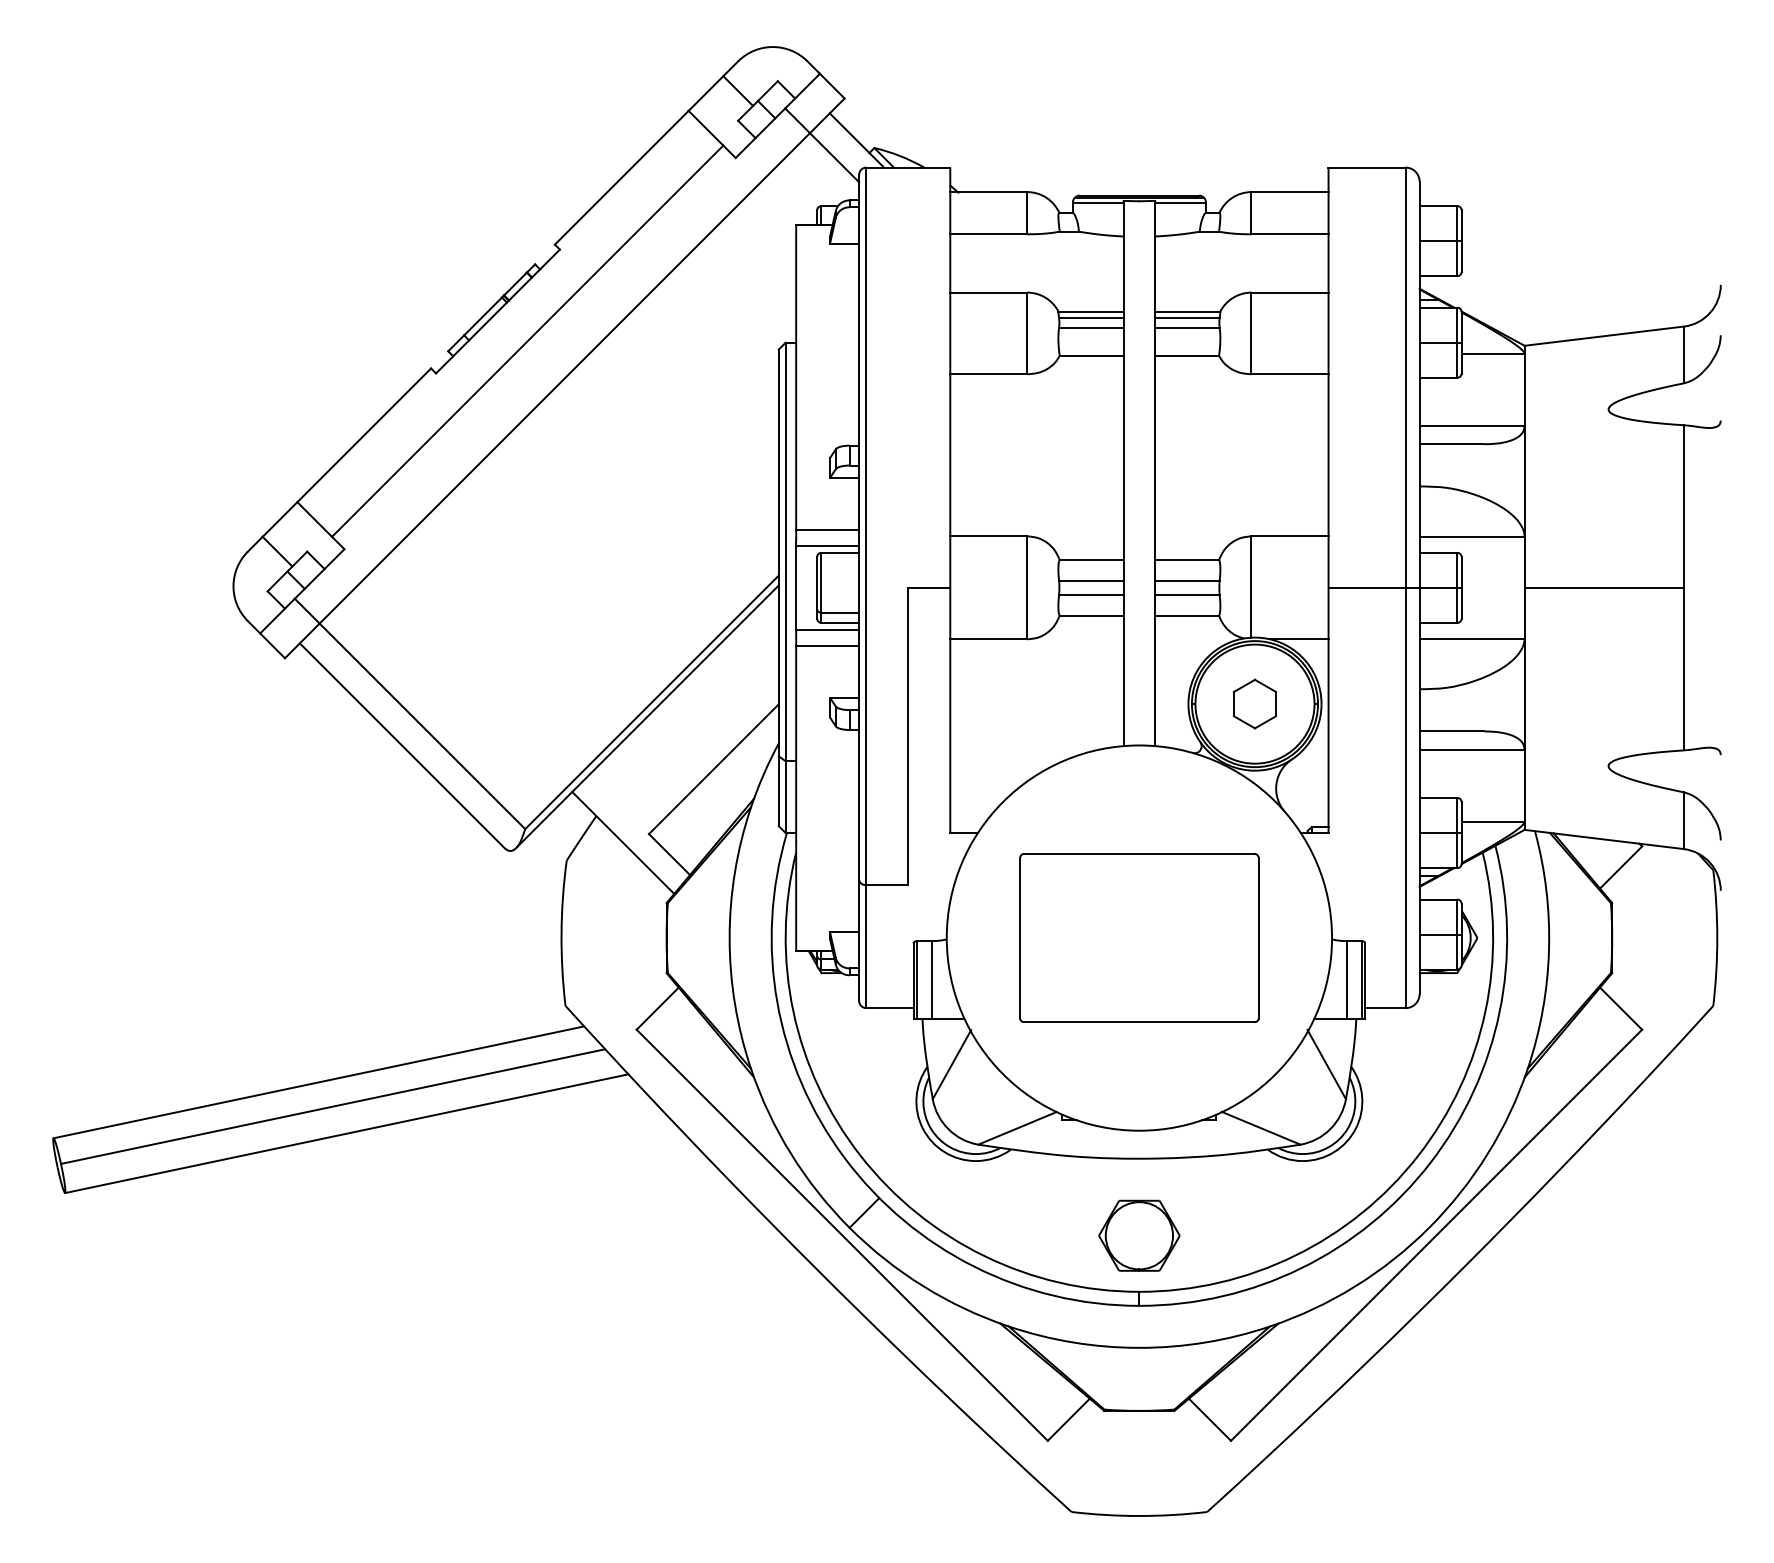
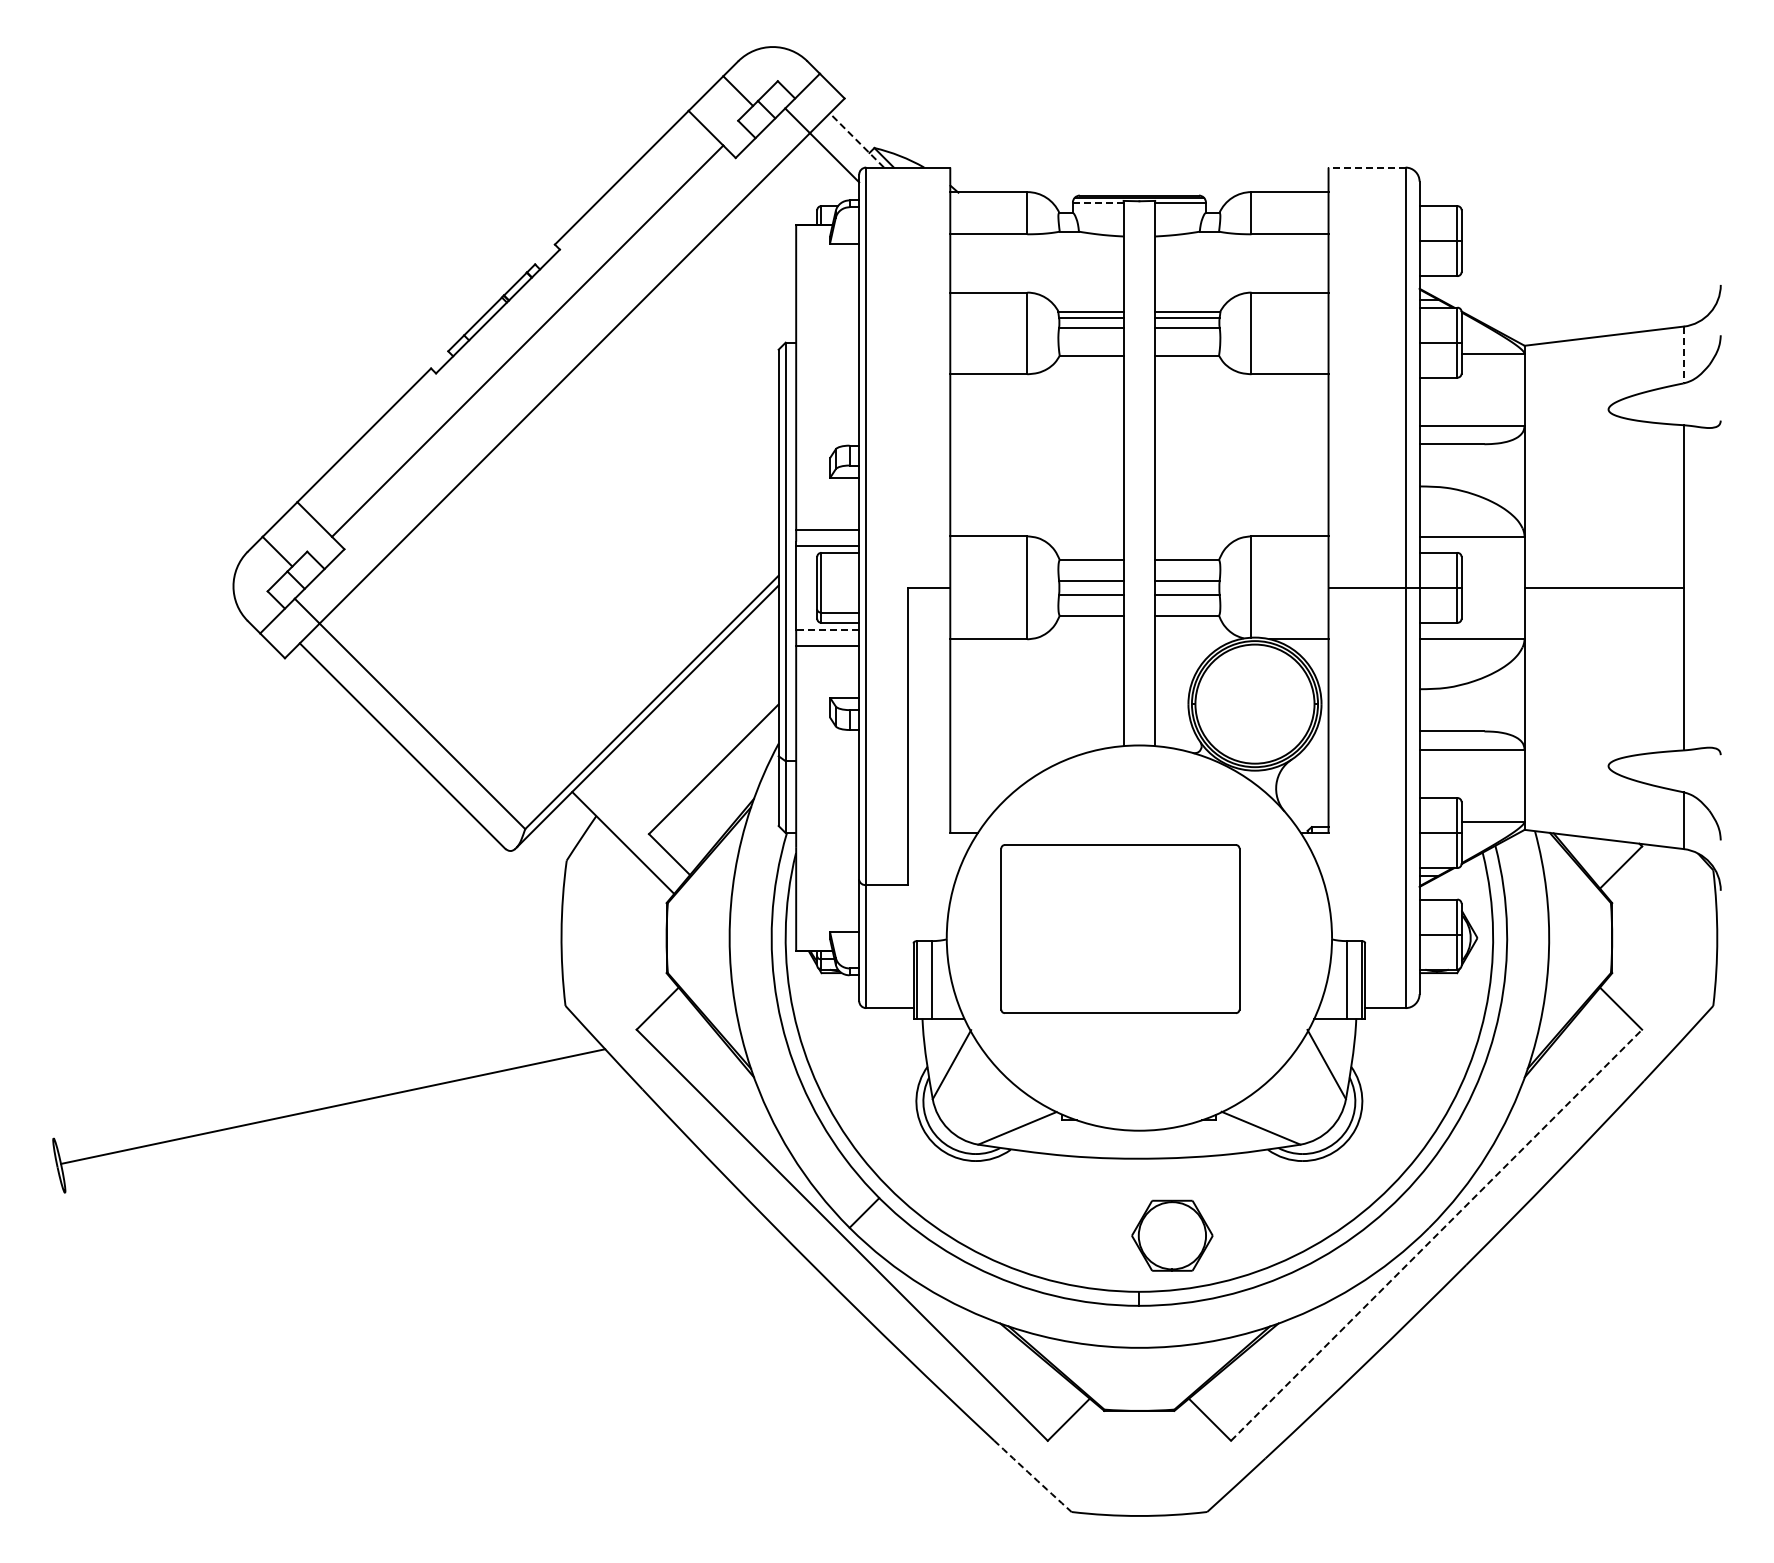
line at (856, 140): solid -> dashed
line at (1366, 167): solid -> dashed
line at (1098, 202): solid -> dashed
line at (1683, 355): solid -> dashed
line at (827, 629): solid -> dashed
part at (1254, 703): present -> none
part at (1139, 937) position: (1139, 937) -> (1120, 928)
line at (318, 1082): present -> none
line at (346, 1133): present -> none
part at (1139, 1235) position: (1139, 1235) -> (1172, 1235)
line at (1436, 1235): solid -> dashed
arc at (1032, 1476): solid -> dashed
